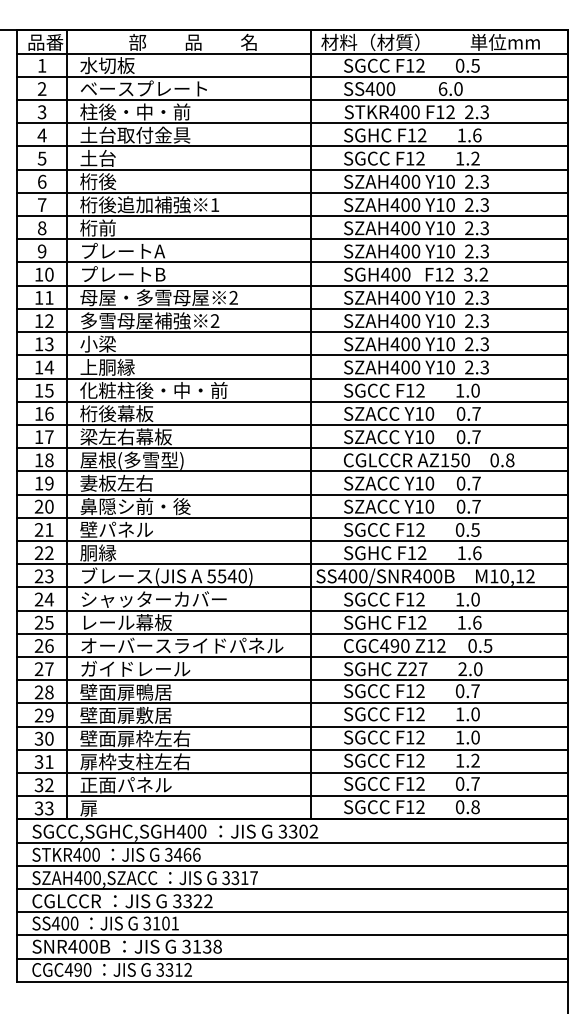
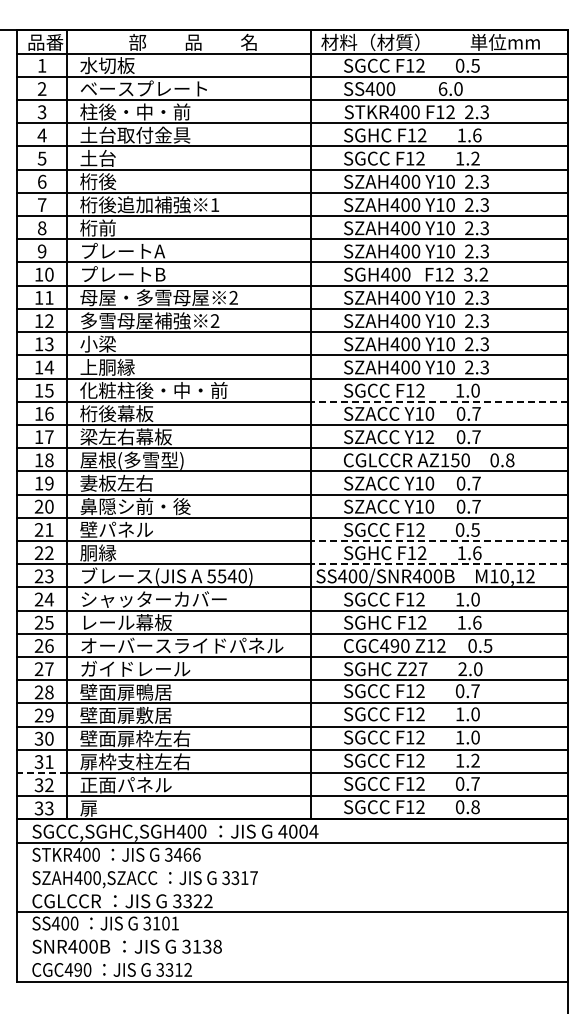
line at (439, 401): solid -> dashed
text at (429, 437): Y10 -> Y12
line at (439, 540): solid -> dashed
line at (439, 564): solid -> dashed
line at (42, 773): solid -> dashed
text at (298, 831): 3302 -> 4004
line at (292, 865): present -> none
line at (292, 889): present -> none
line at (292, 935): present -> none
line at (292, 958): present -> none
